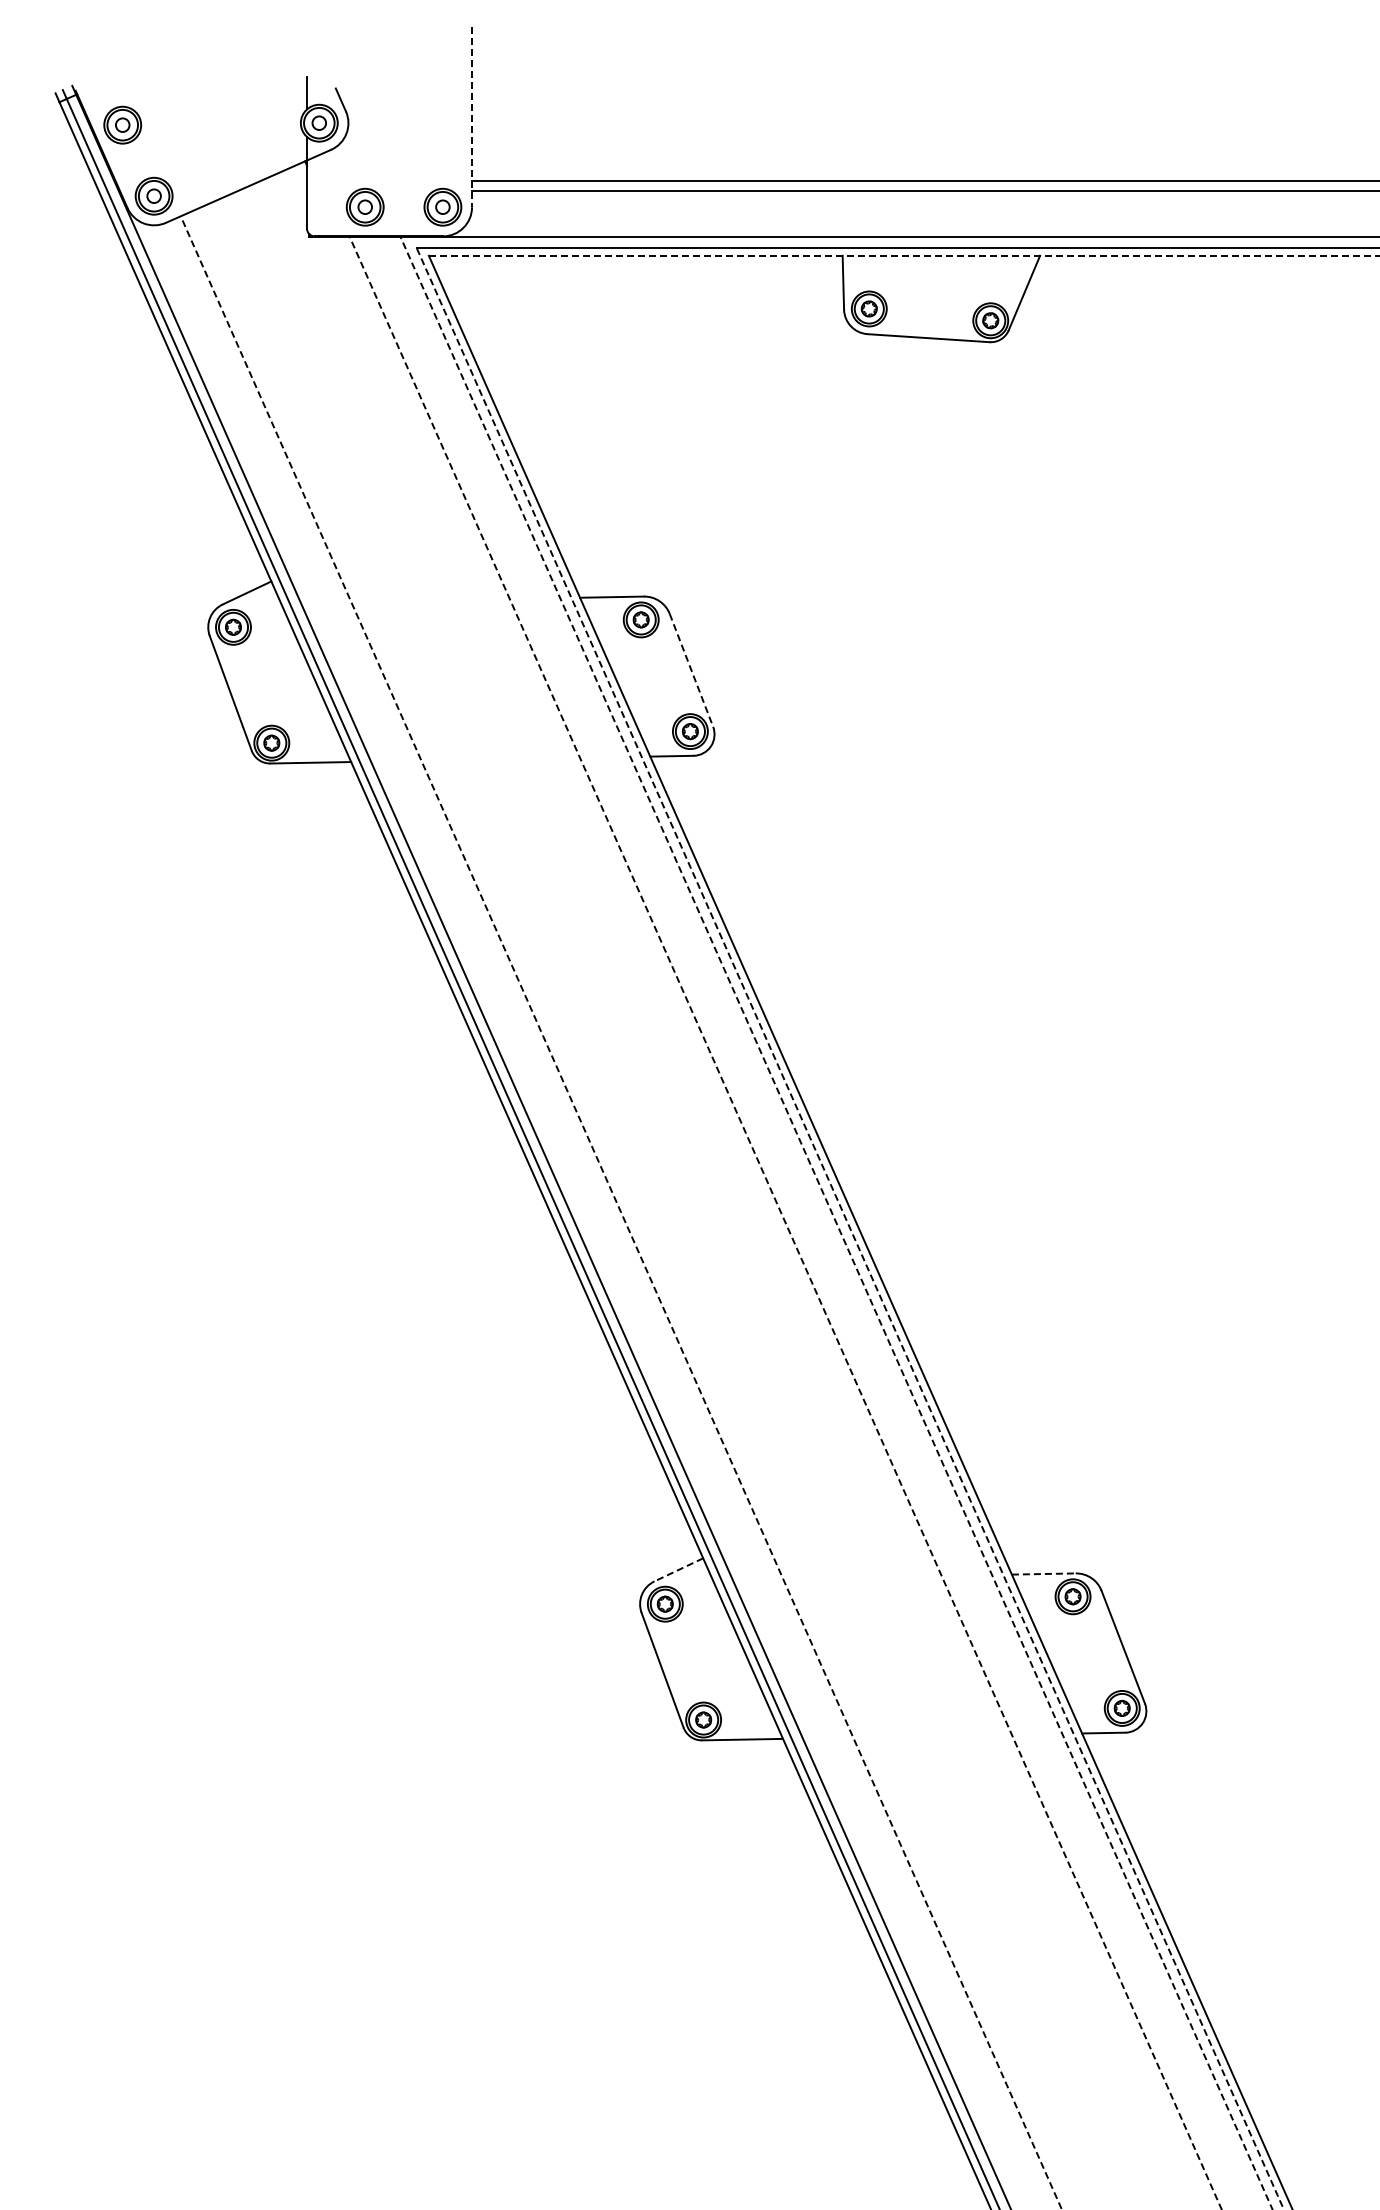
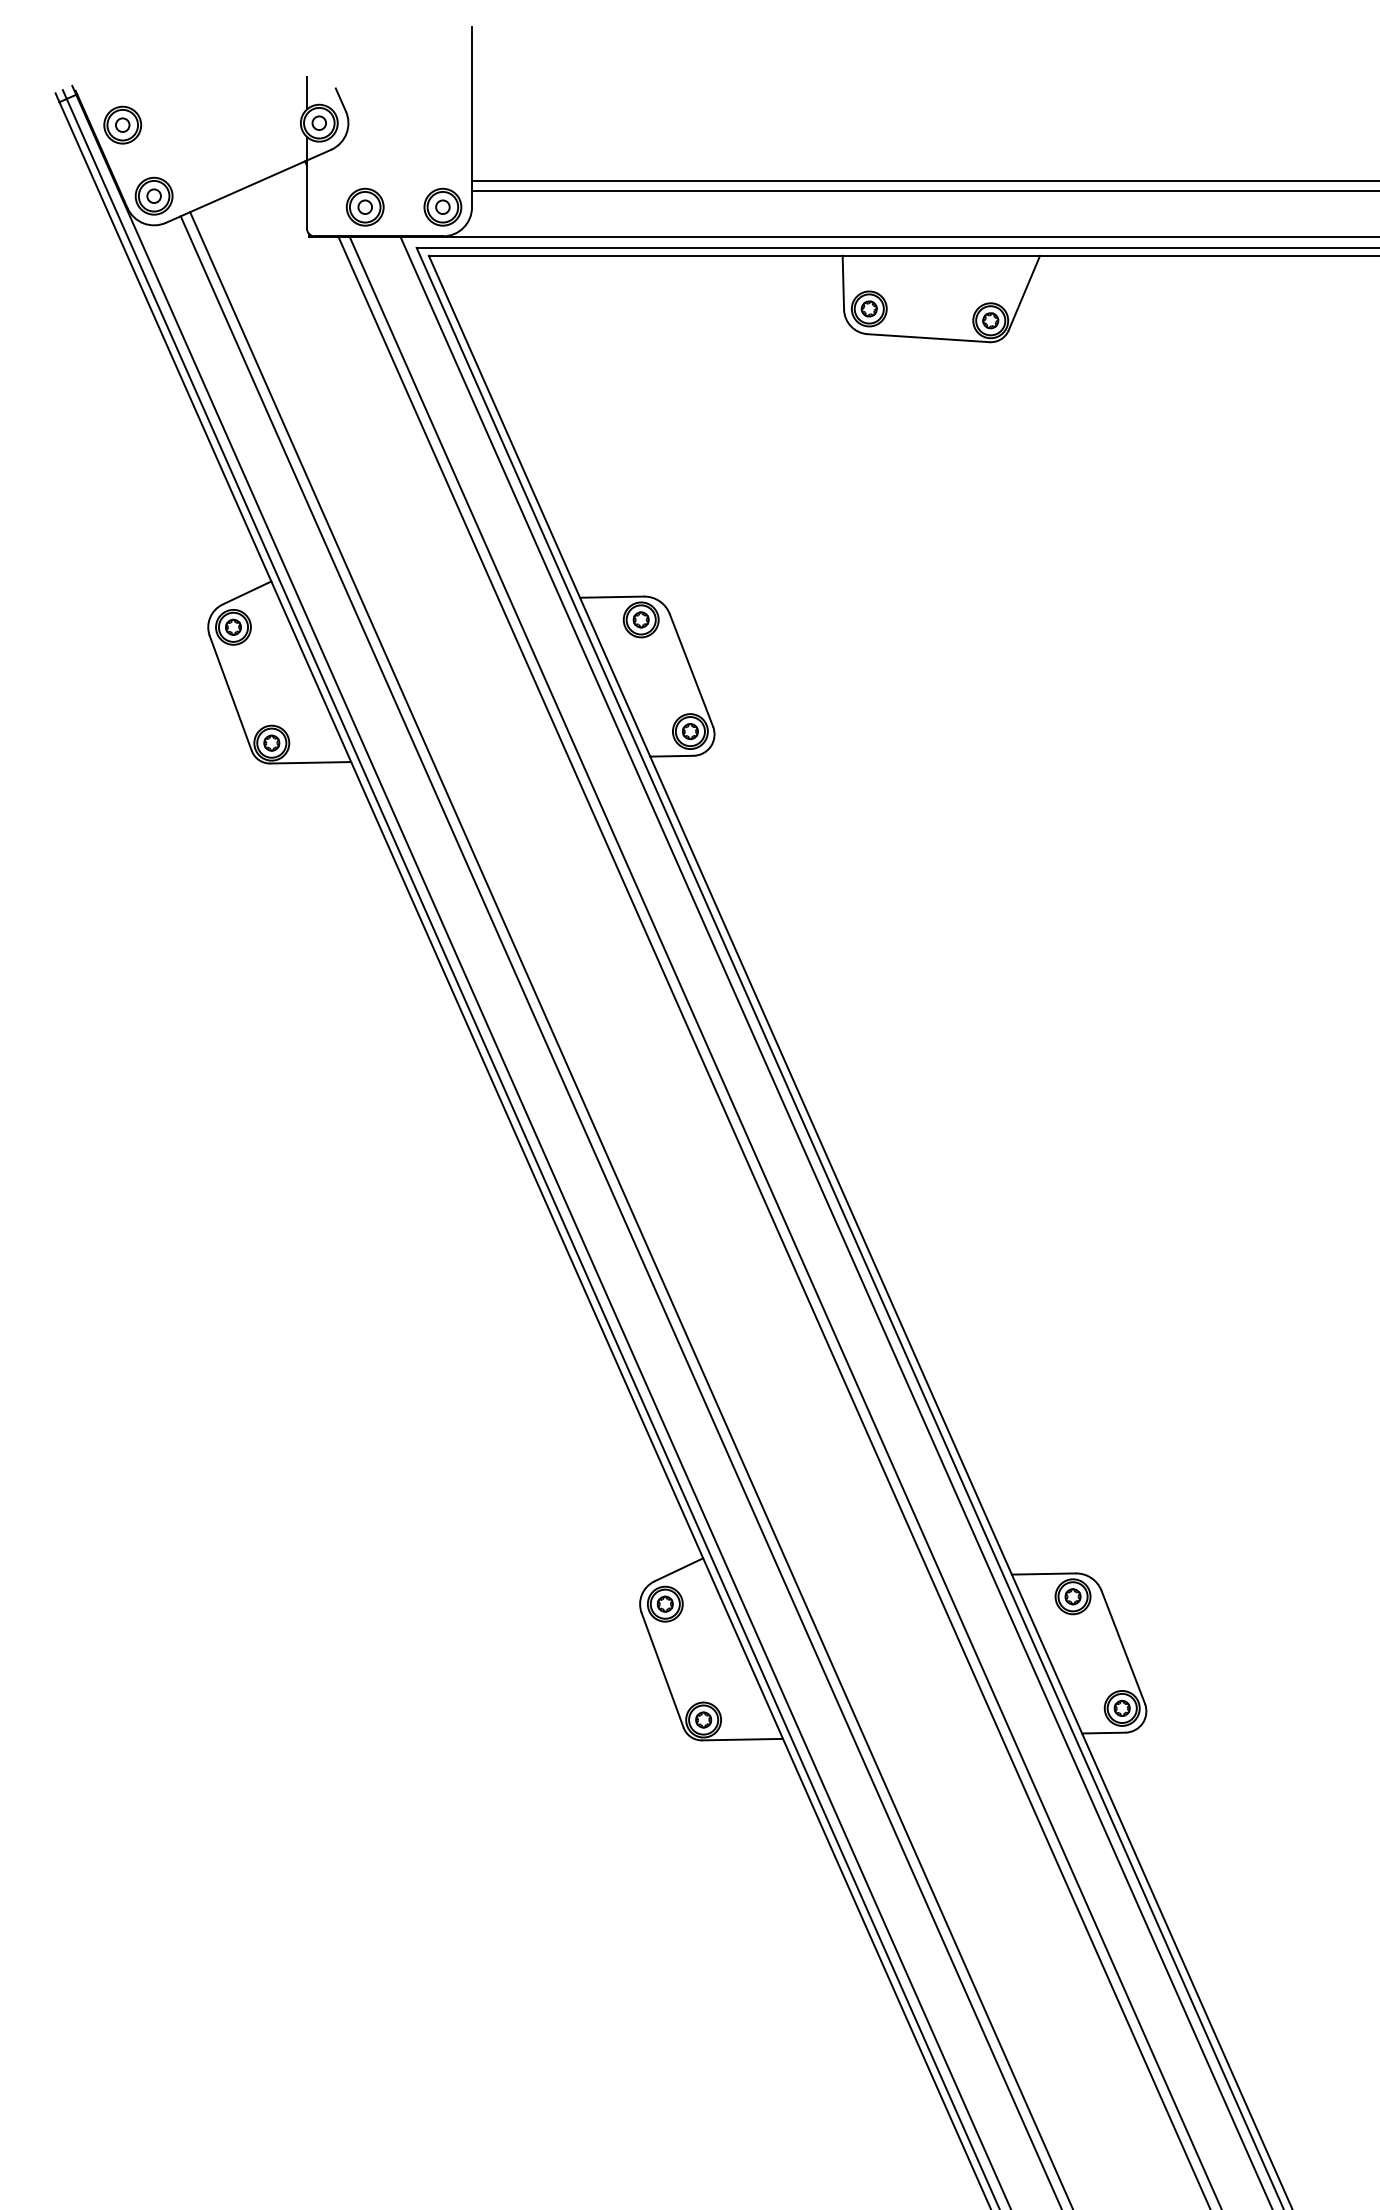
line at (472, 117): dashed -> solid
line at (904, 255): dashed -> solid
line at (691, 670): dashed -> solid
line at (630, 1209): none -> present
line at (621, 1213): dashed -> solid
line at (773, 1221): none -> present
line at (785, 1222): dashed -> solid
line at (836, 1222): dashed -> solid
line at (850, 1228): dashed -> solid
line at (678, 1569): dashed -> solid
line at (1043, 1574): dashed -> solid
